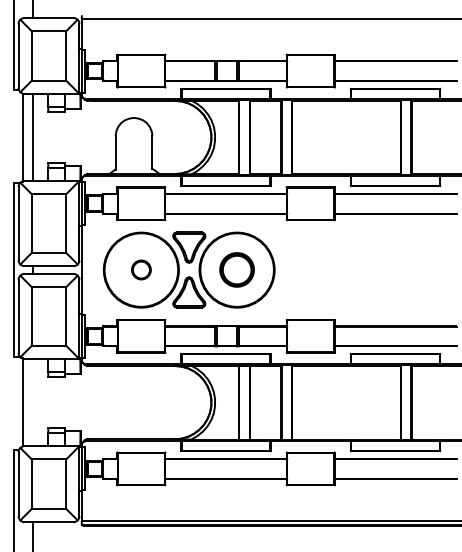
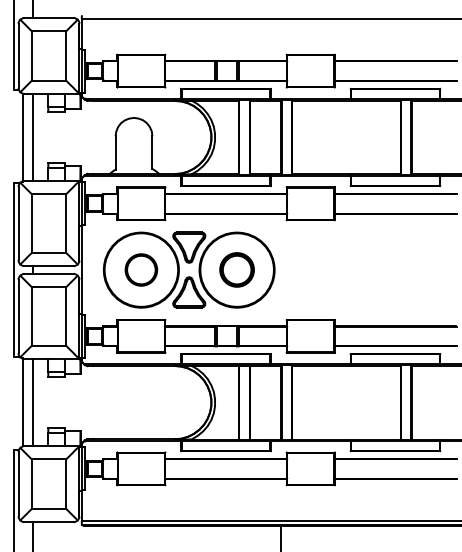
part at (141, 269) size: 21x22 px -> 35x34 px
line at (32, 402): none -> present
line at (280, 536): none -> present
